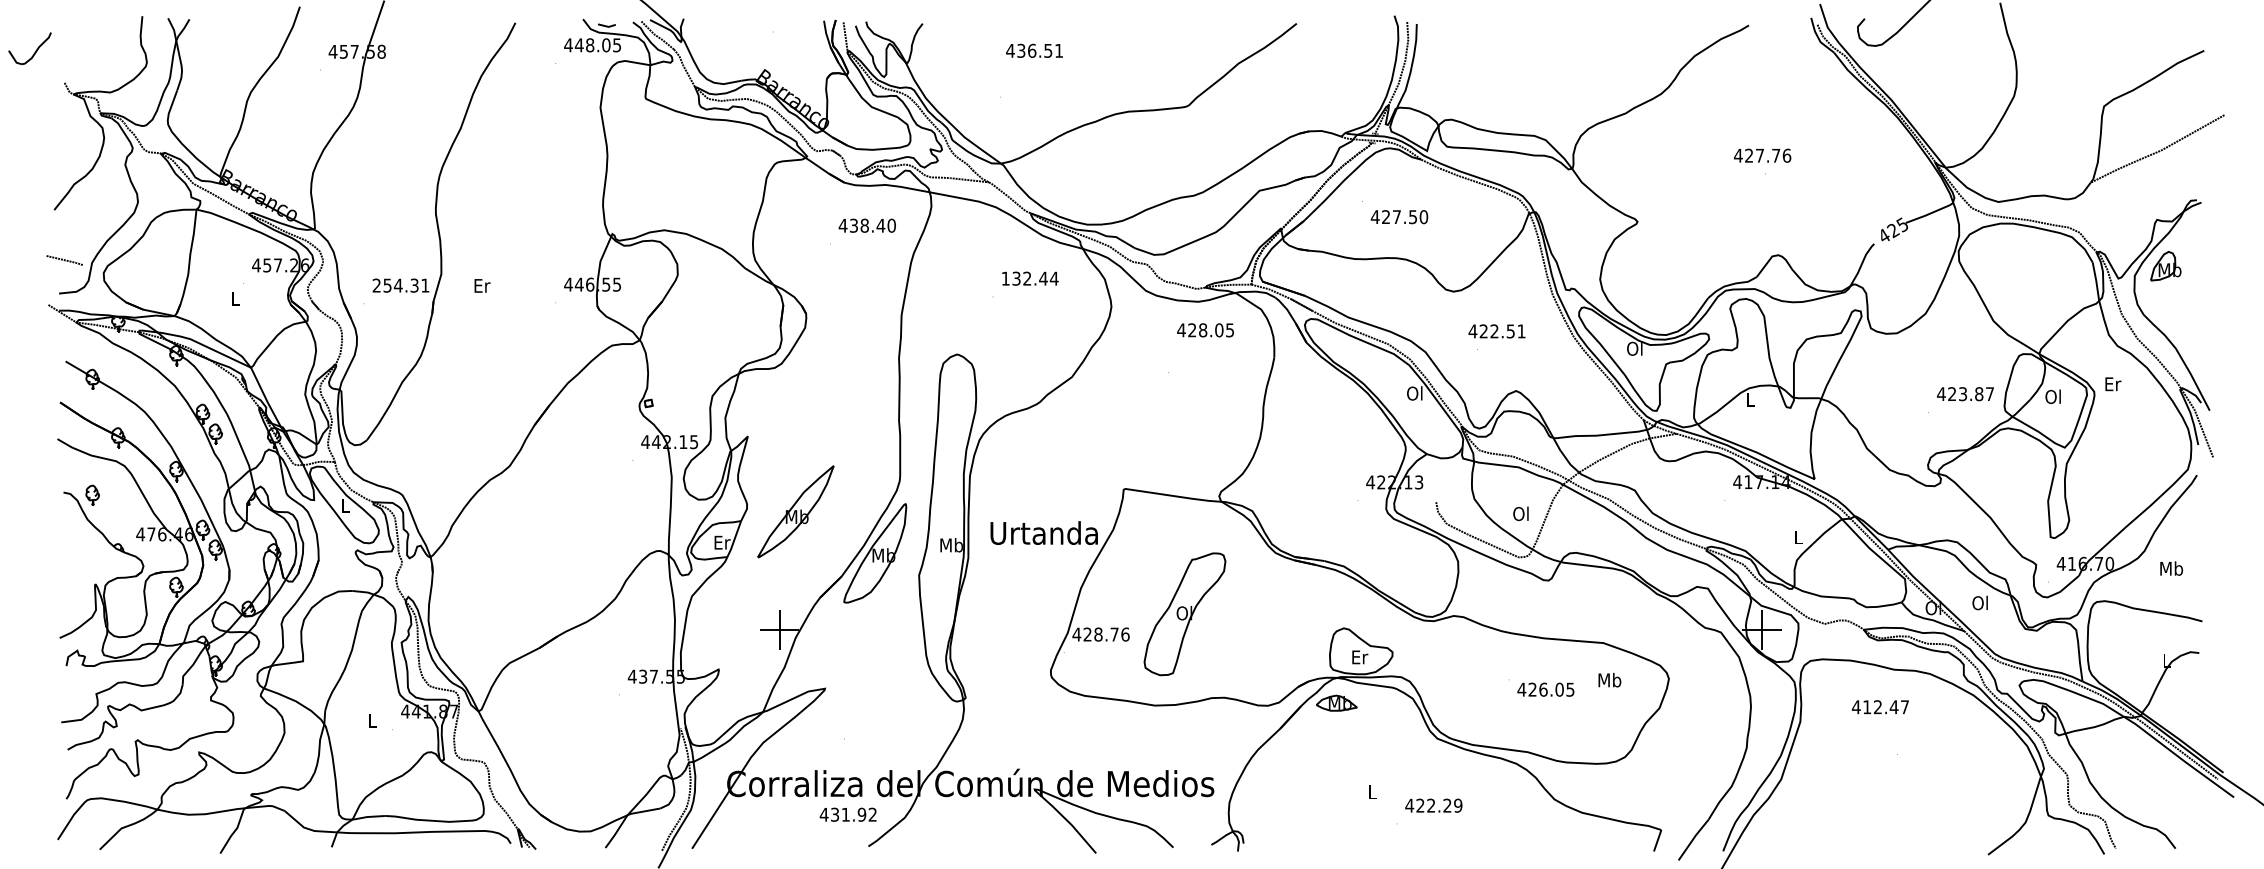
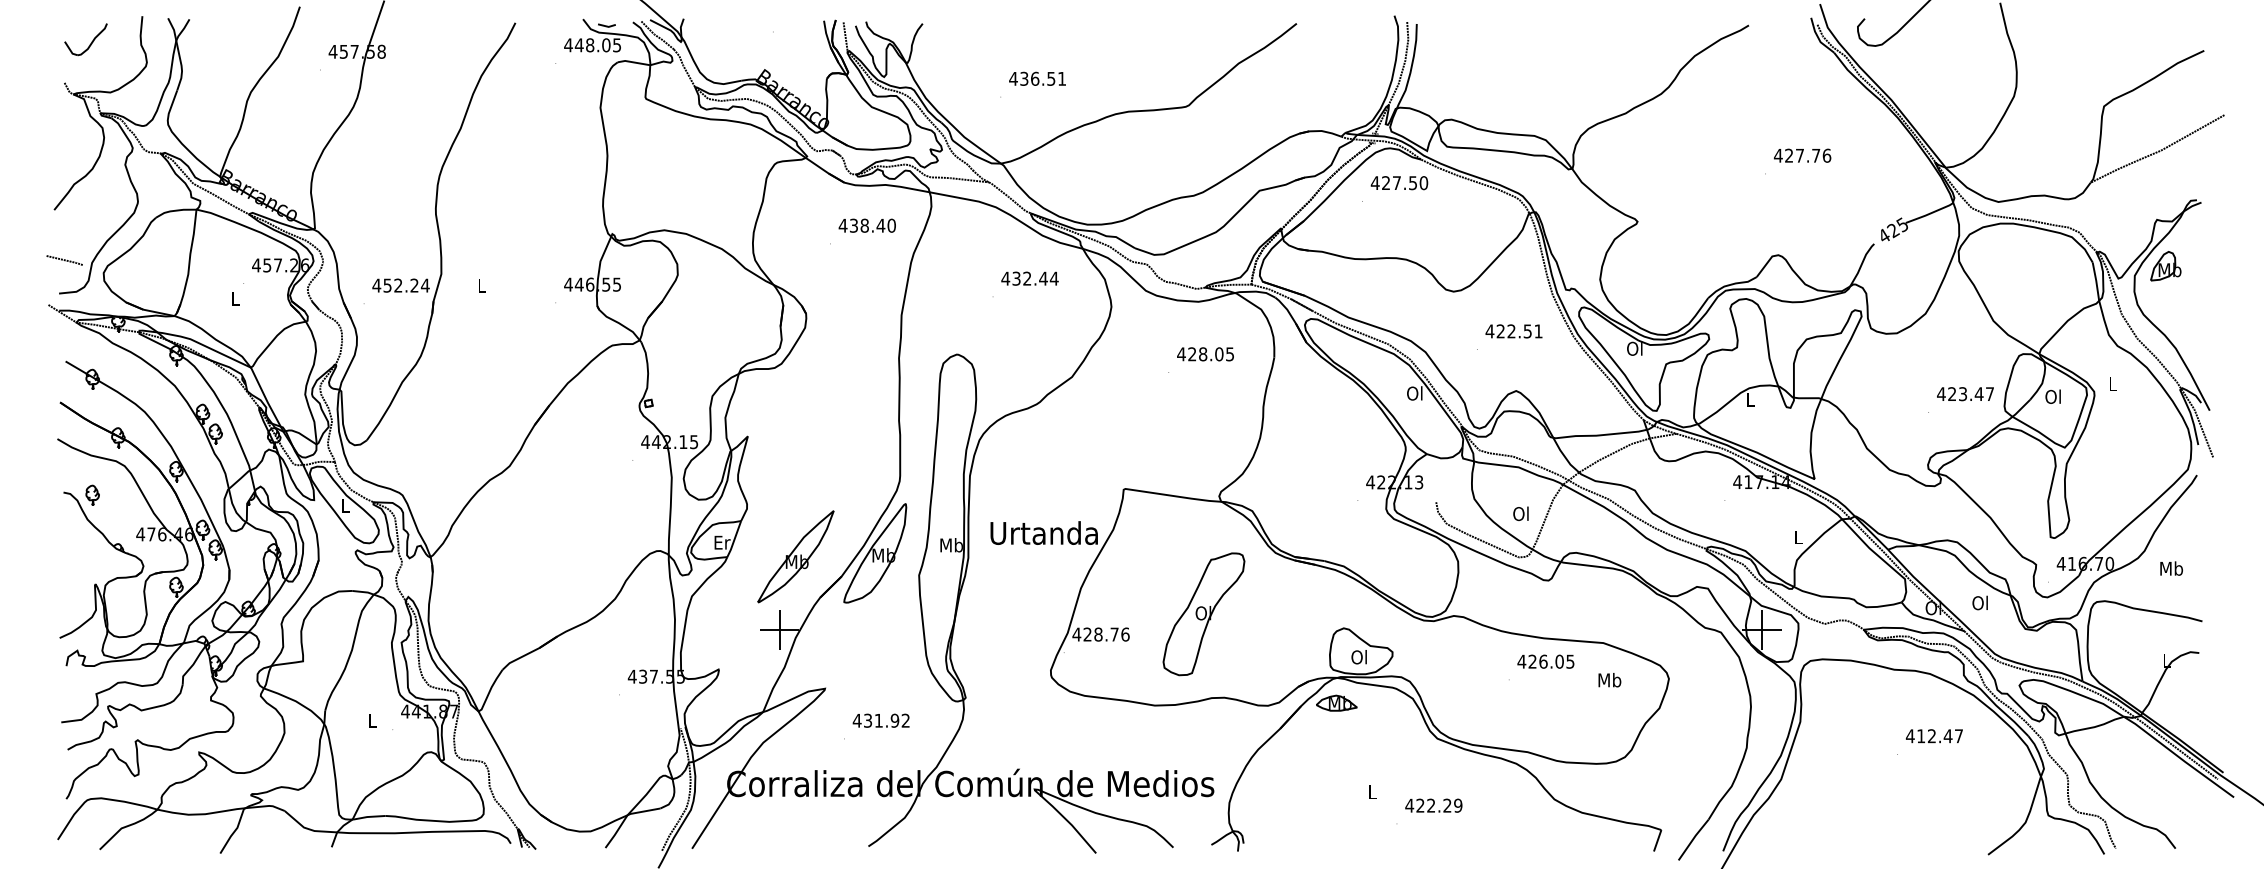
part at (35, 50) position: (35, 50) -> (91, 41)
text at (1034, 50) position: (1034, 50) -> (1037, 78)
text at (1762, 155) position: (1762, 155) -> (1802, 155)
text at (1399, 217) position: (1399, 217) -> (1399, 183)
text at (1005, 278): 132.44 -> 432.44
text at (400, 285): 254.31 -> 452.24
text at (482, 285): Er -> L
text at (1205, 330) position: (1205, 330) -> (1205, 354)
text at (1496, 331) position: (1496, 331) -> (1513, 331)
text at (2113, 384): Er -> L
text at (1978, 394): 423.87 -> 423.47
part at (795, 511) position: (795, 511) -> (795, 556)
part at (1184, 614) position: (1184, 614) -> (1203, 614)
text at (1359, 657): Er -> Ol
text at (1545, 689) position: (1545, 689) -> (1545, 661)
text at (1880, 707) position: (1880, 707) -> (1934, 736)
text at (847, 814) position: (847, 814) -> (880, 720)
